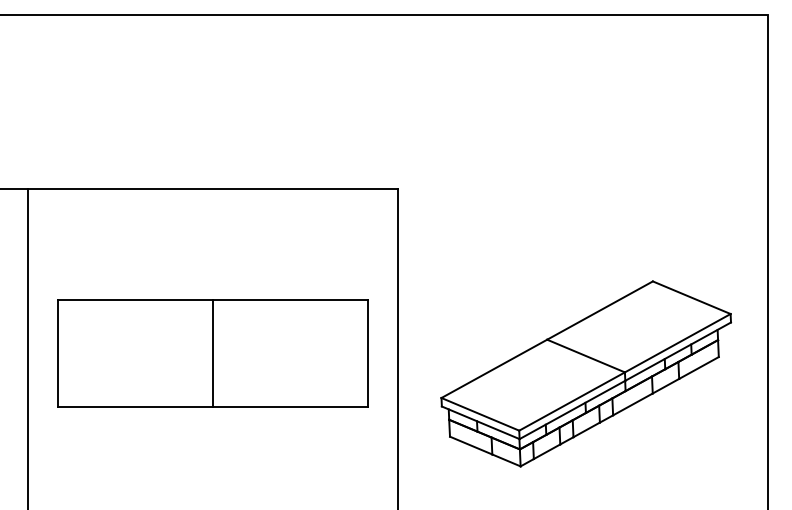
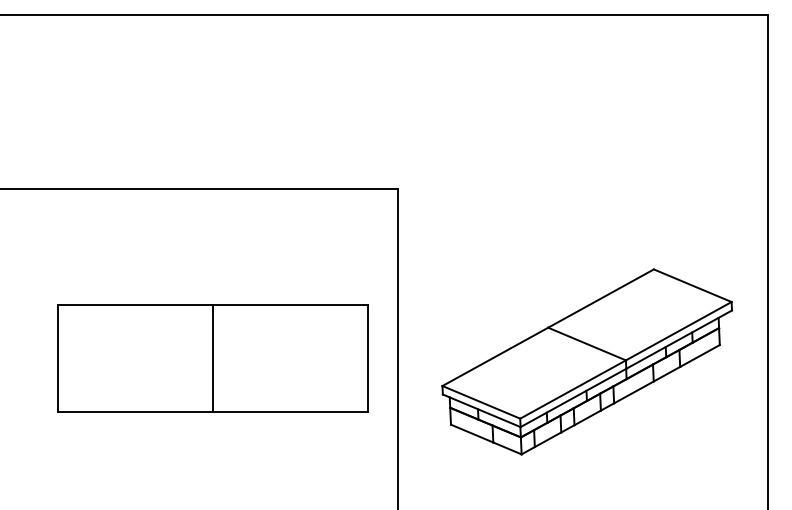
line at (27, 347): present -> none
part at (212, 353) position: (212, 353) -> (212, 358)
part at (585, 373) position: (585, 373) -> (586, 361)
